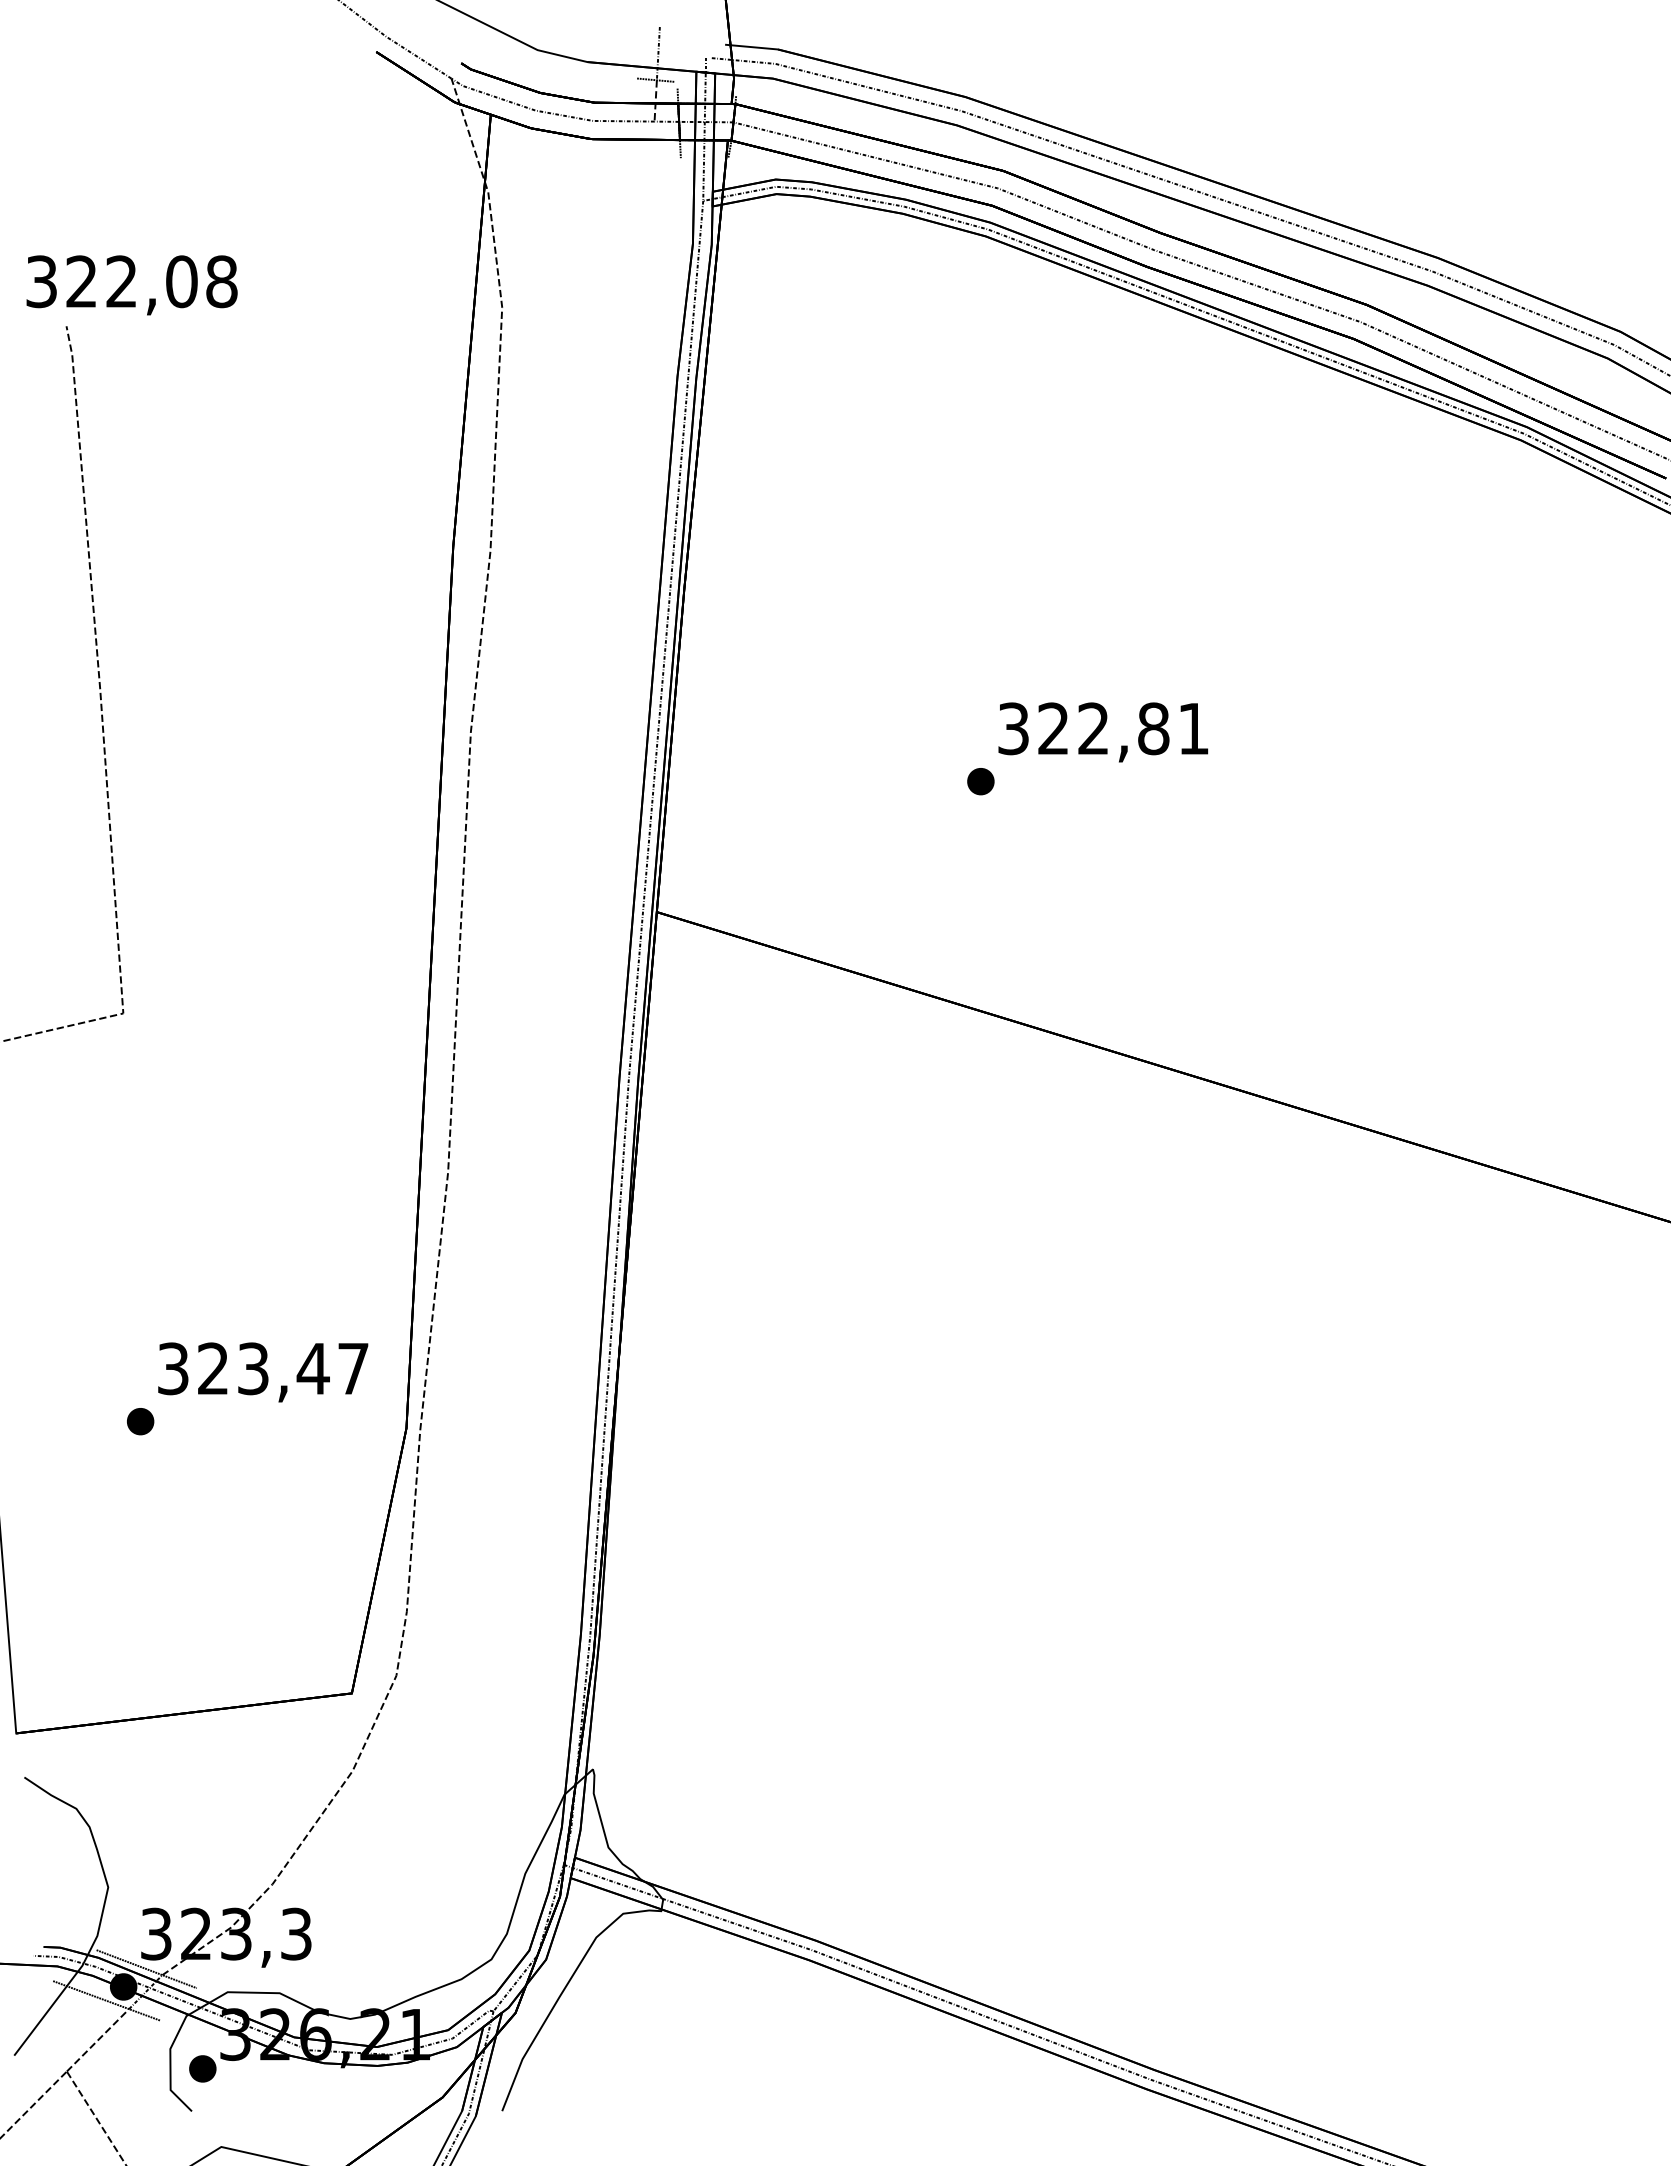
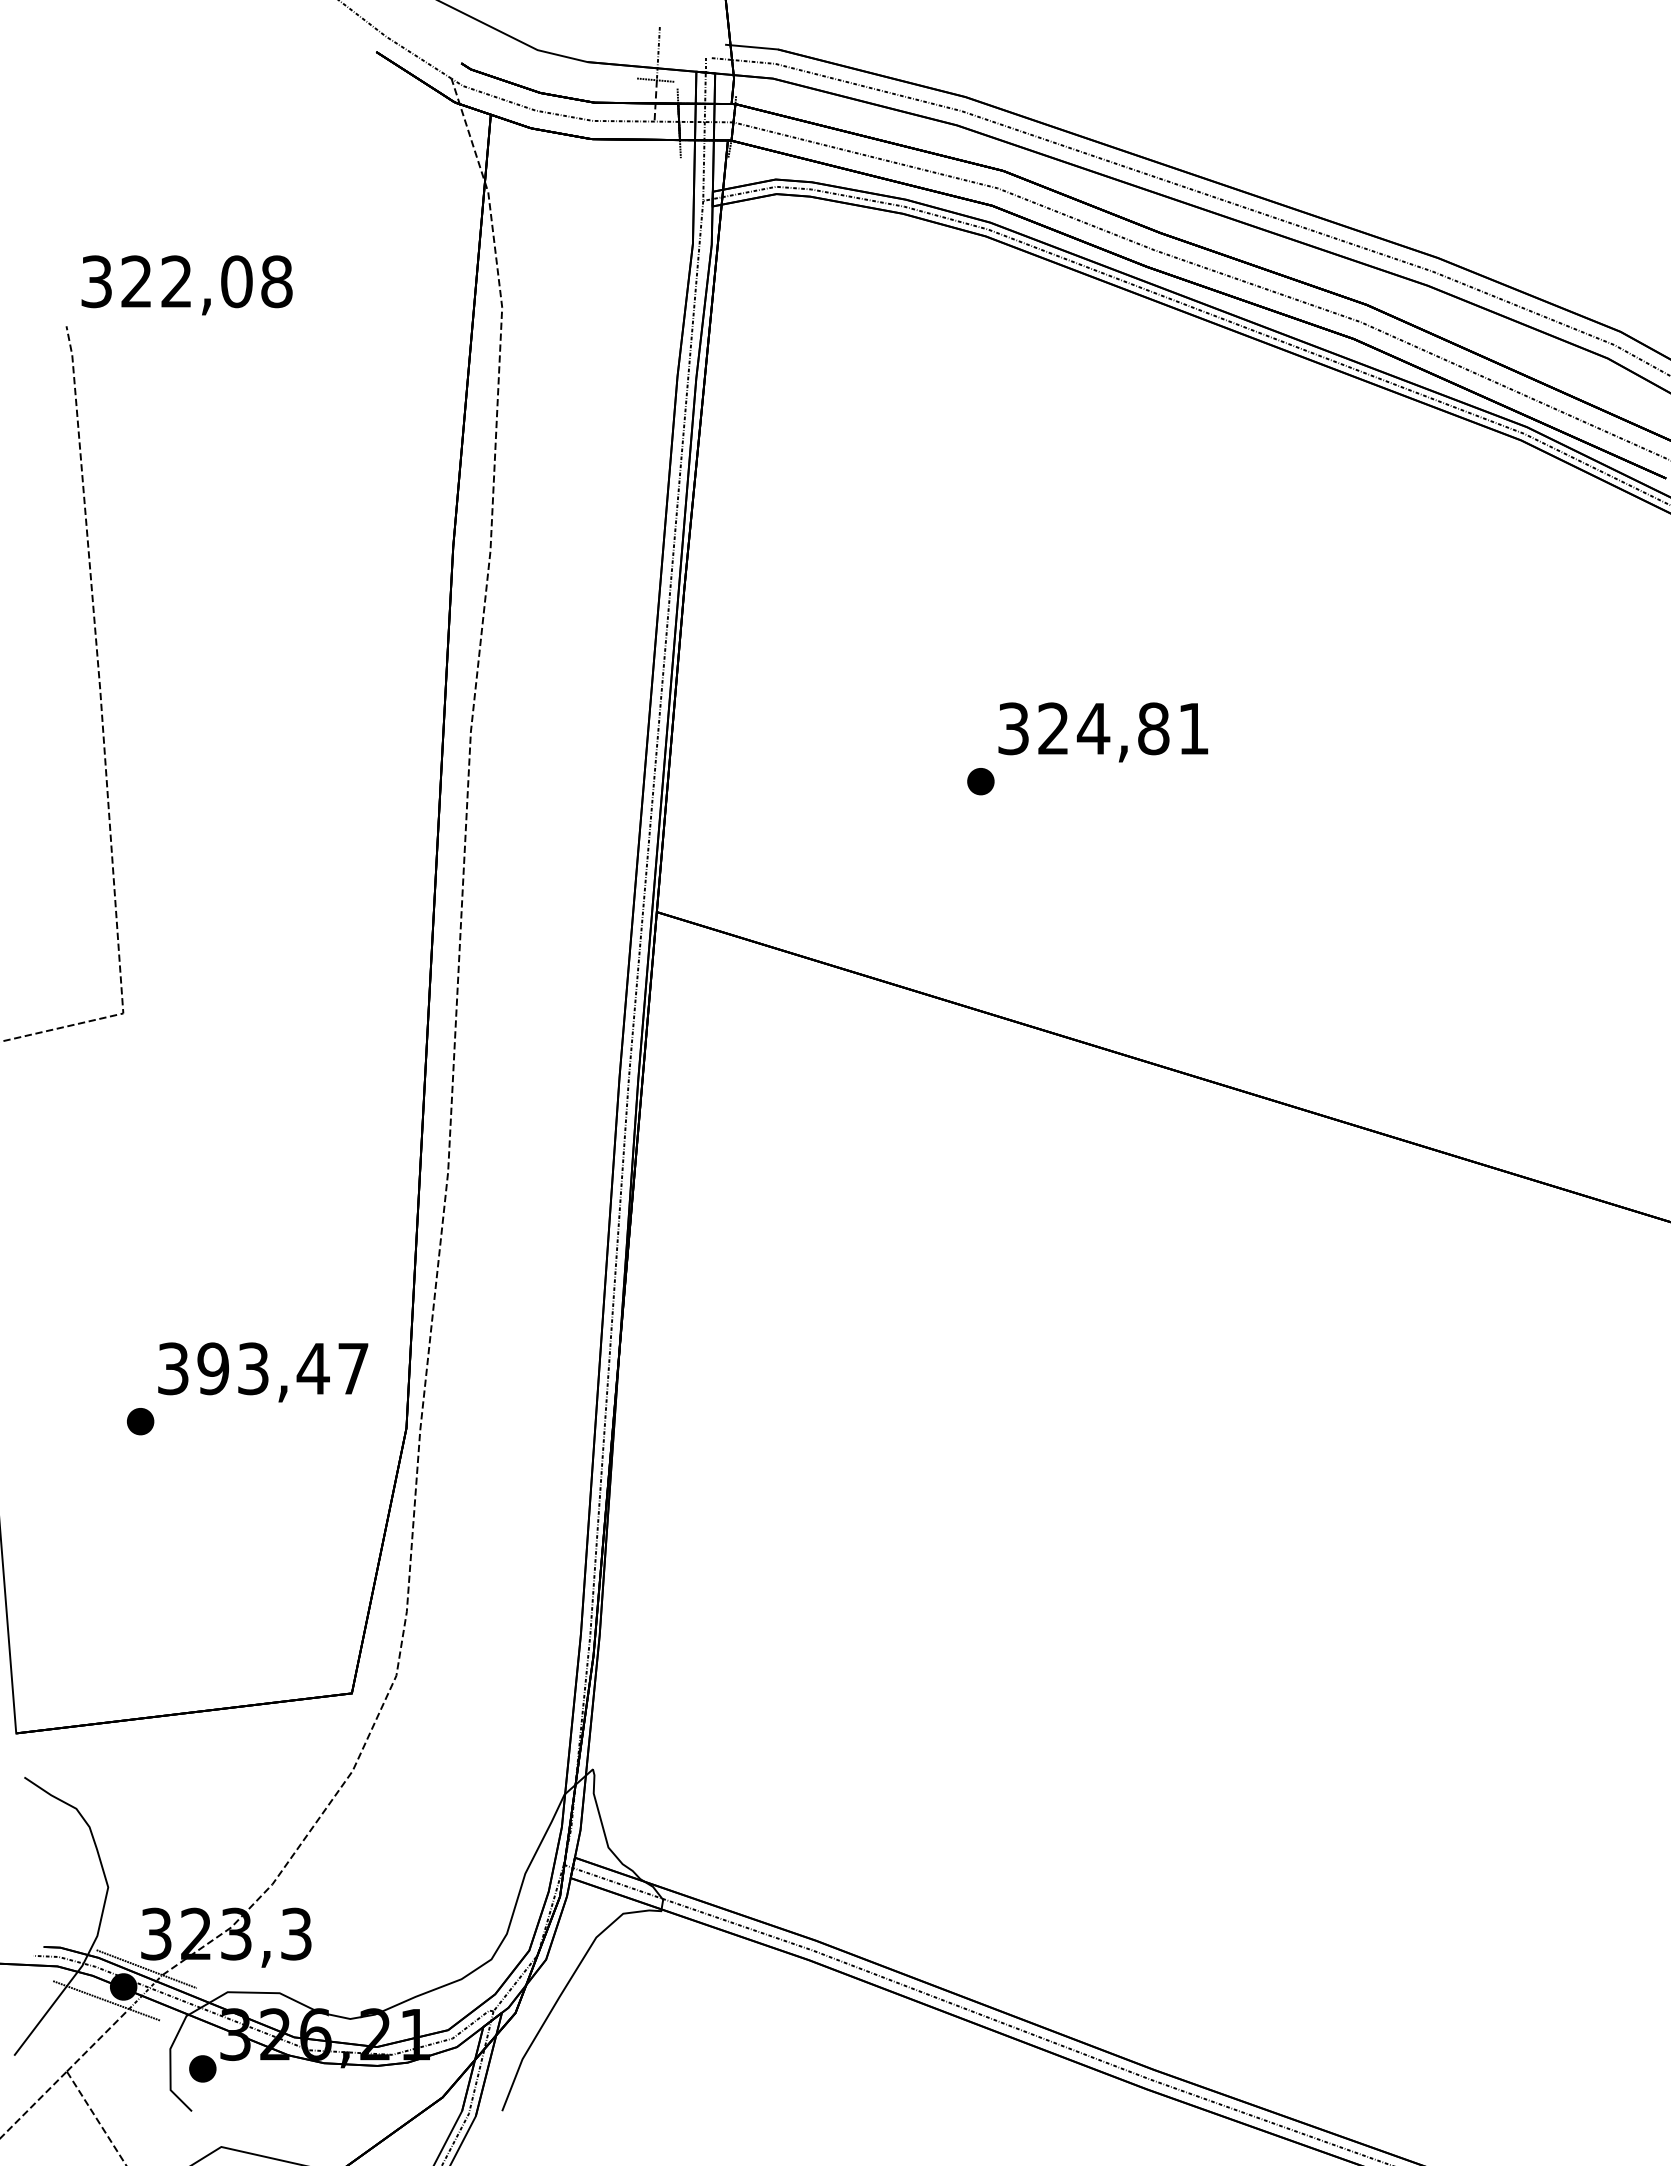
text at (131, 285) position: (131, 285) -> (186, 285)
text at (1093, 728): 322,81 -> 324,81
text at (213, 1368): 323,47 -> 393,47
